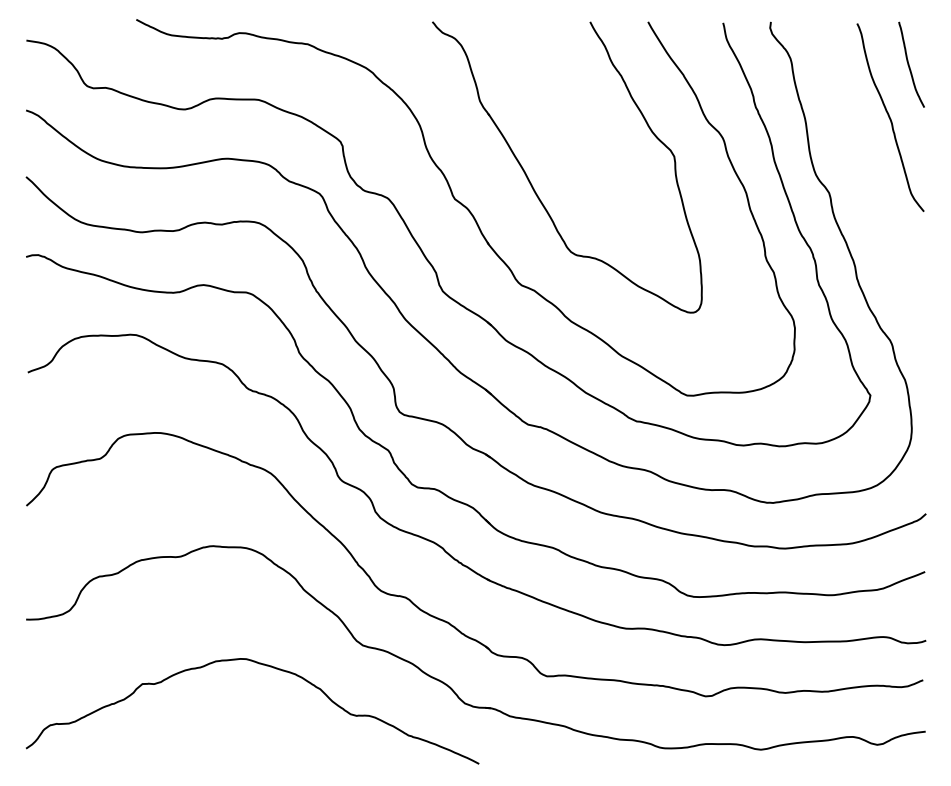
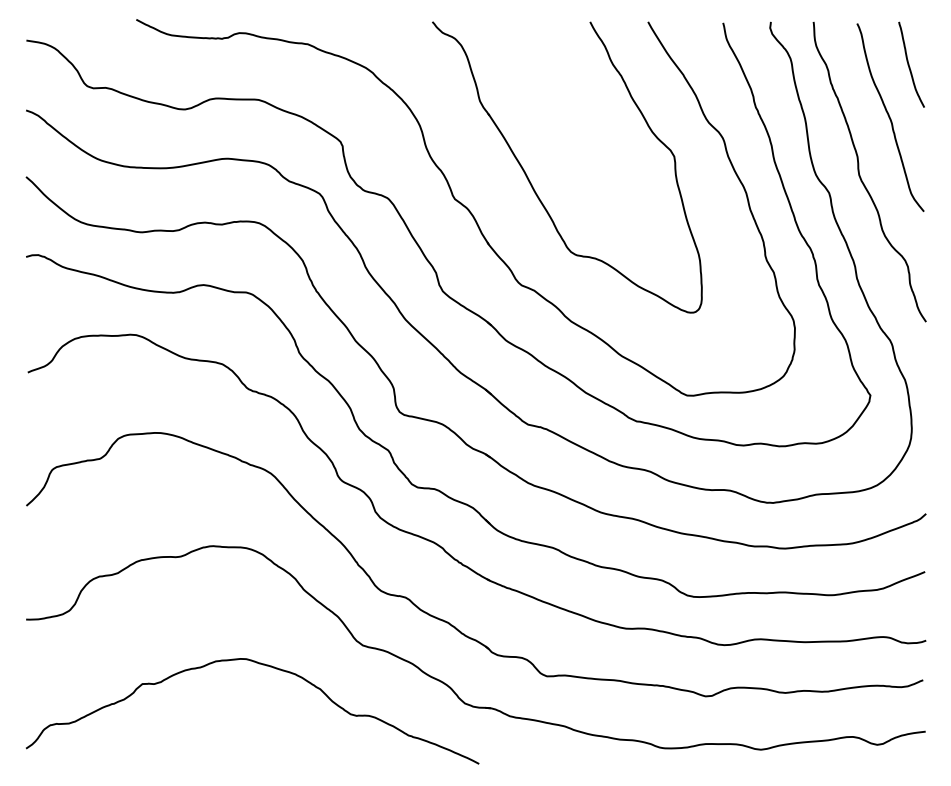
curve at (860, 174): none -> present
